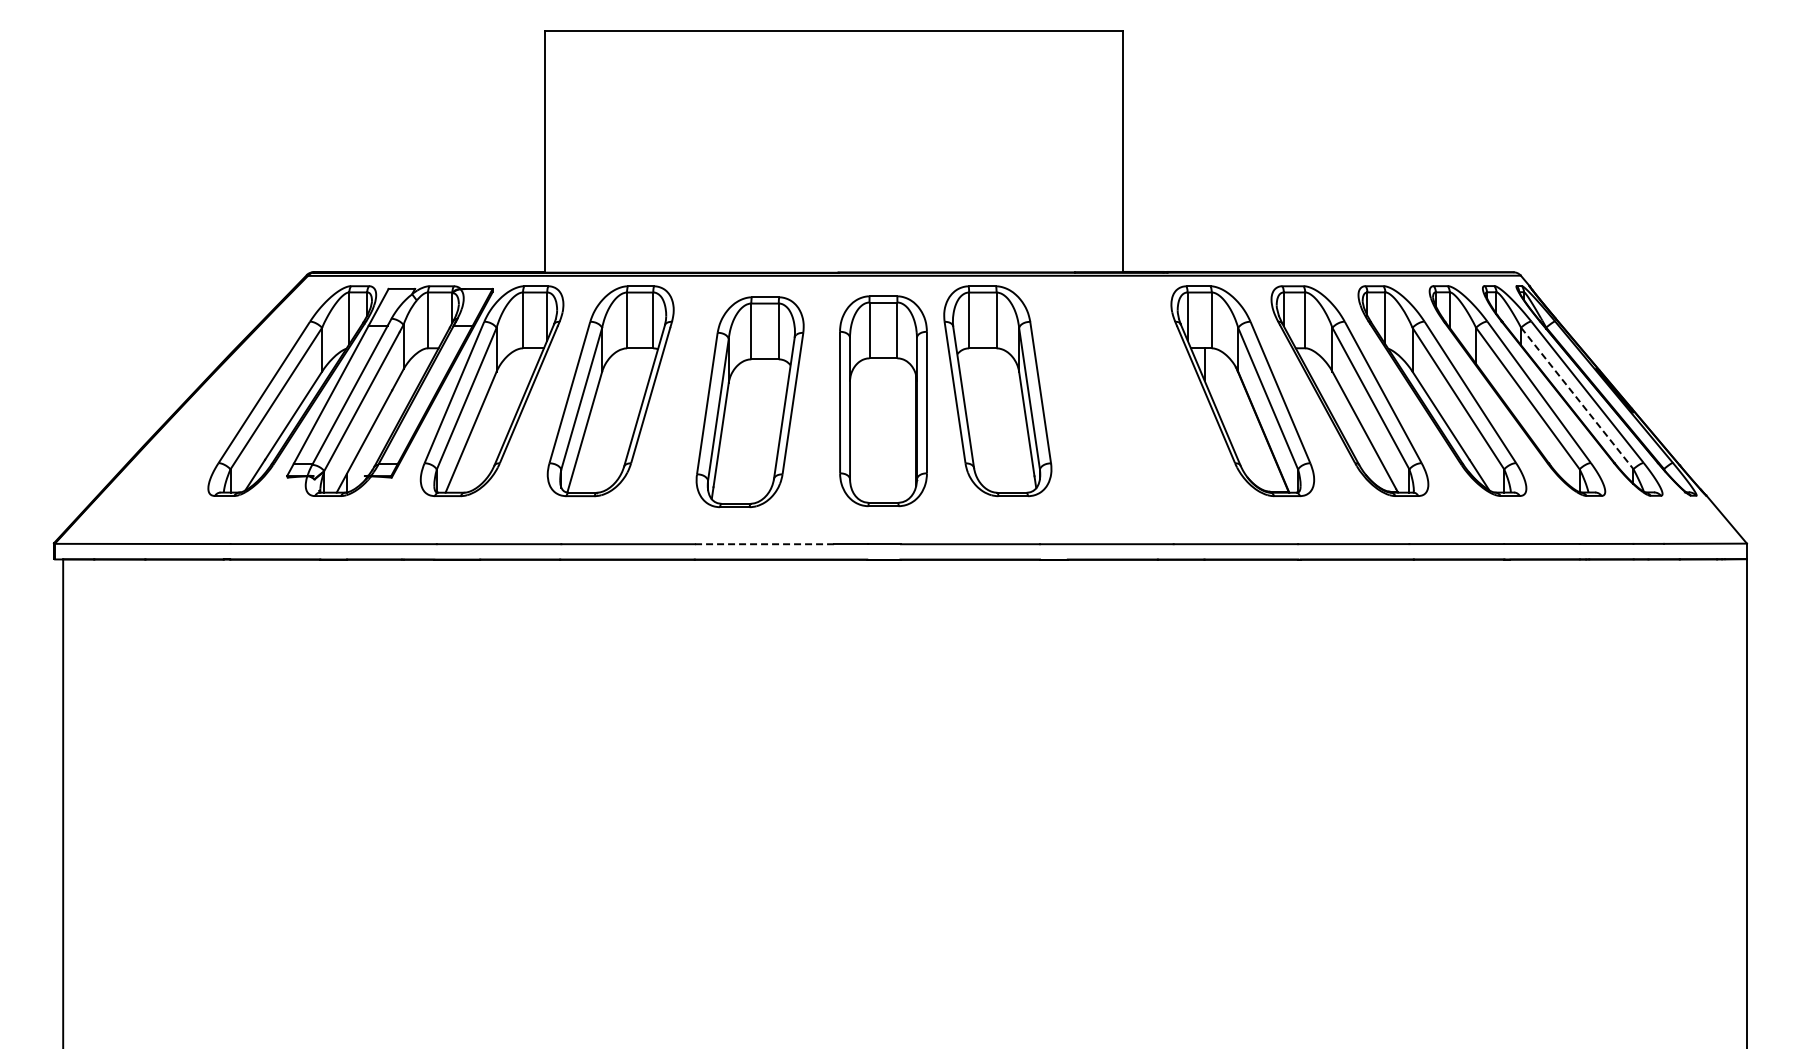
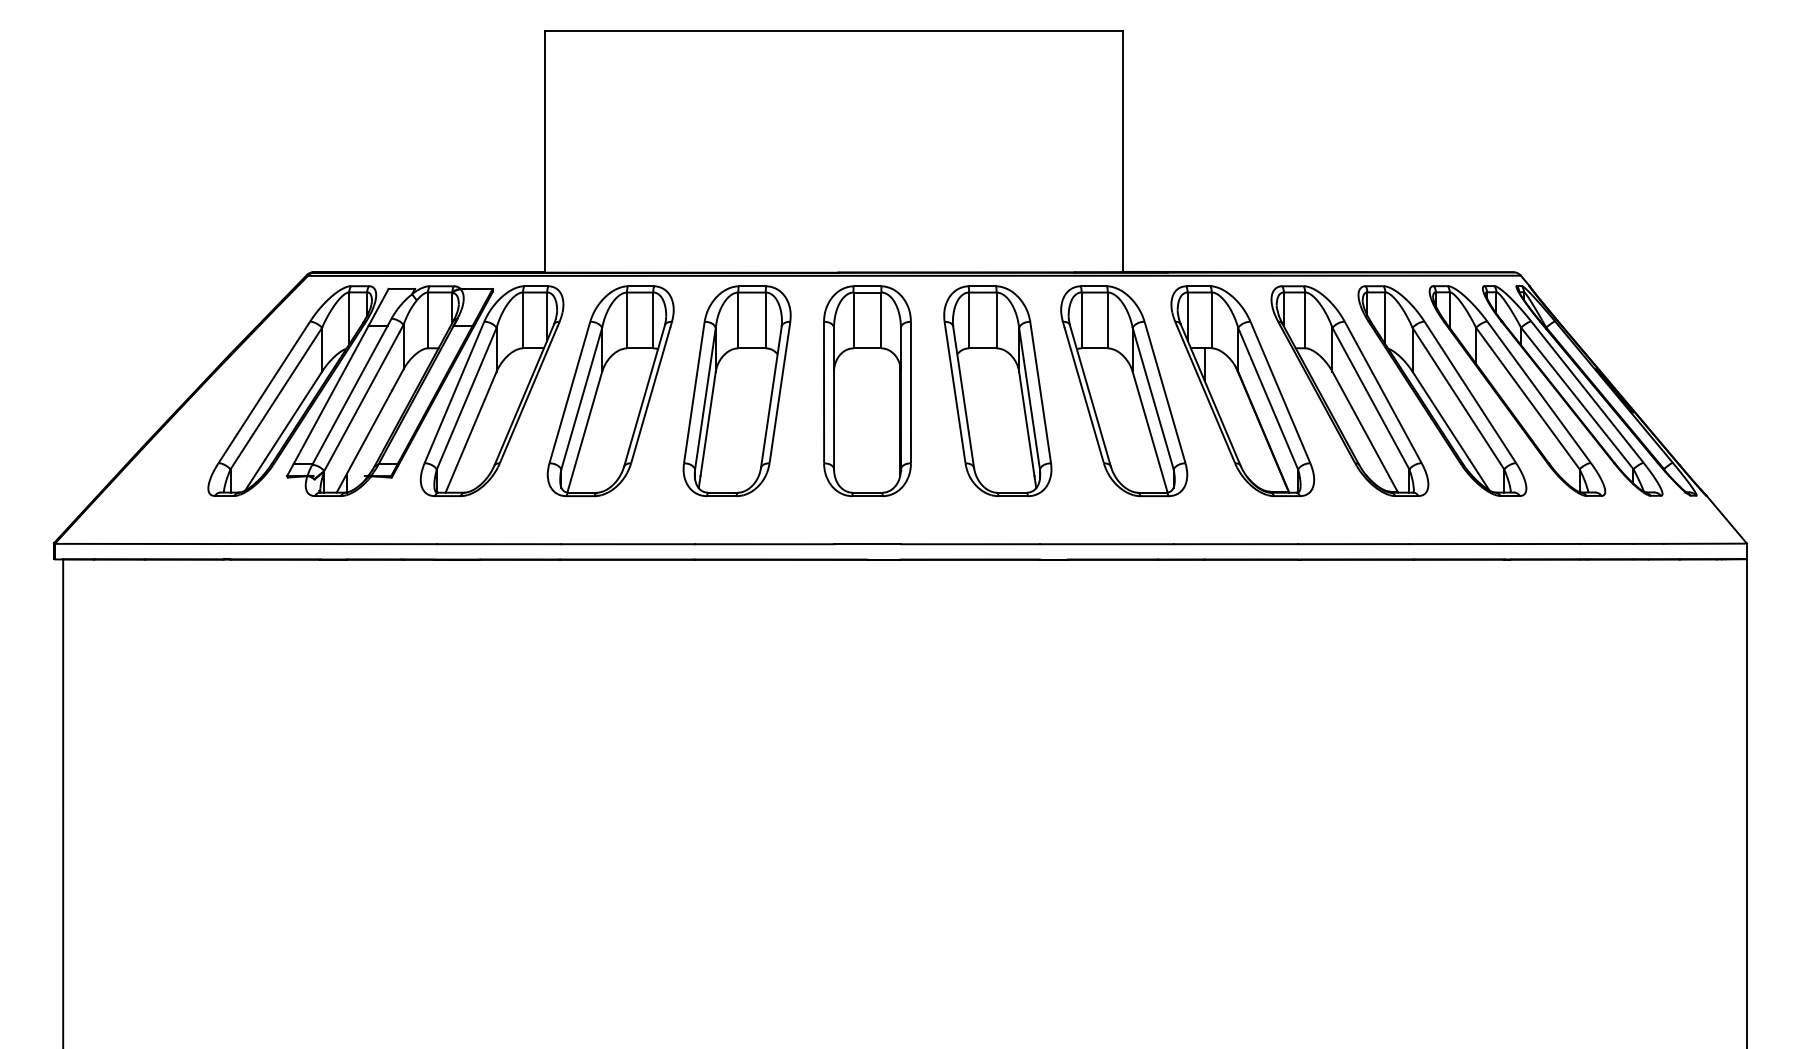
part at (1124, 391): none -> present
line at (1577, 398): dashed -> solid
part at (883, 401) position: (883, 401) -> (867, 391)
part at (749, 402) position: (749, 402) -> (736, 391)
line at (764, 544): dashed -> solid
